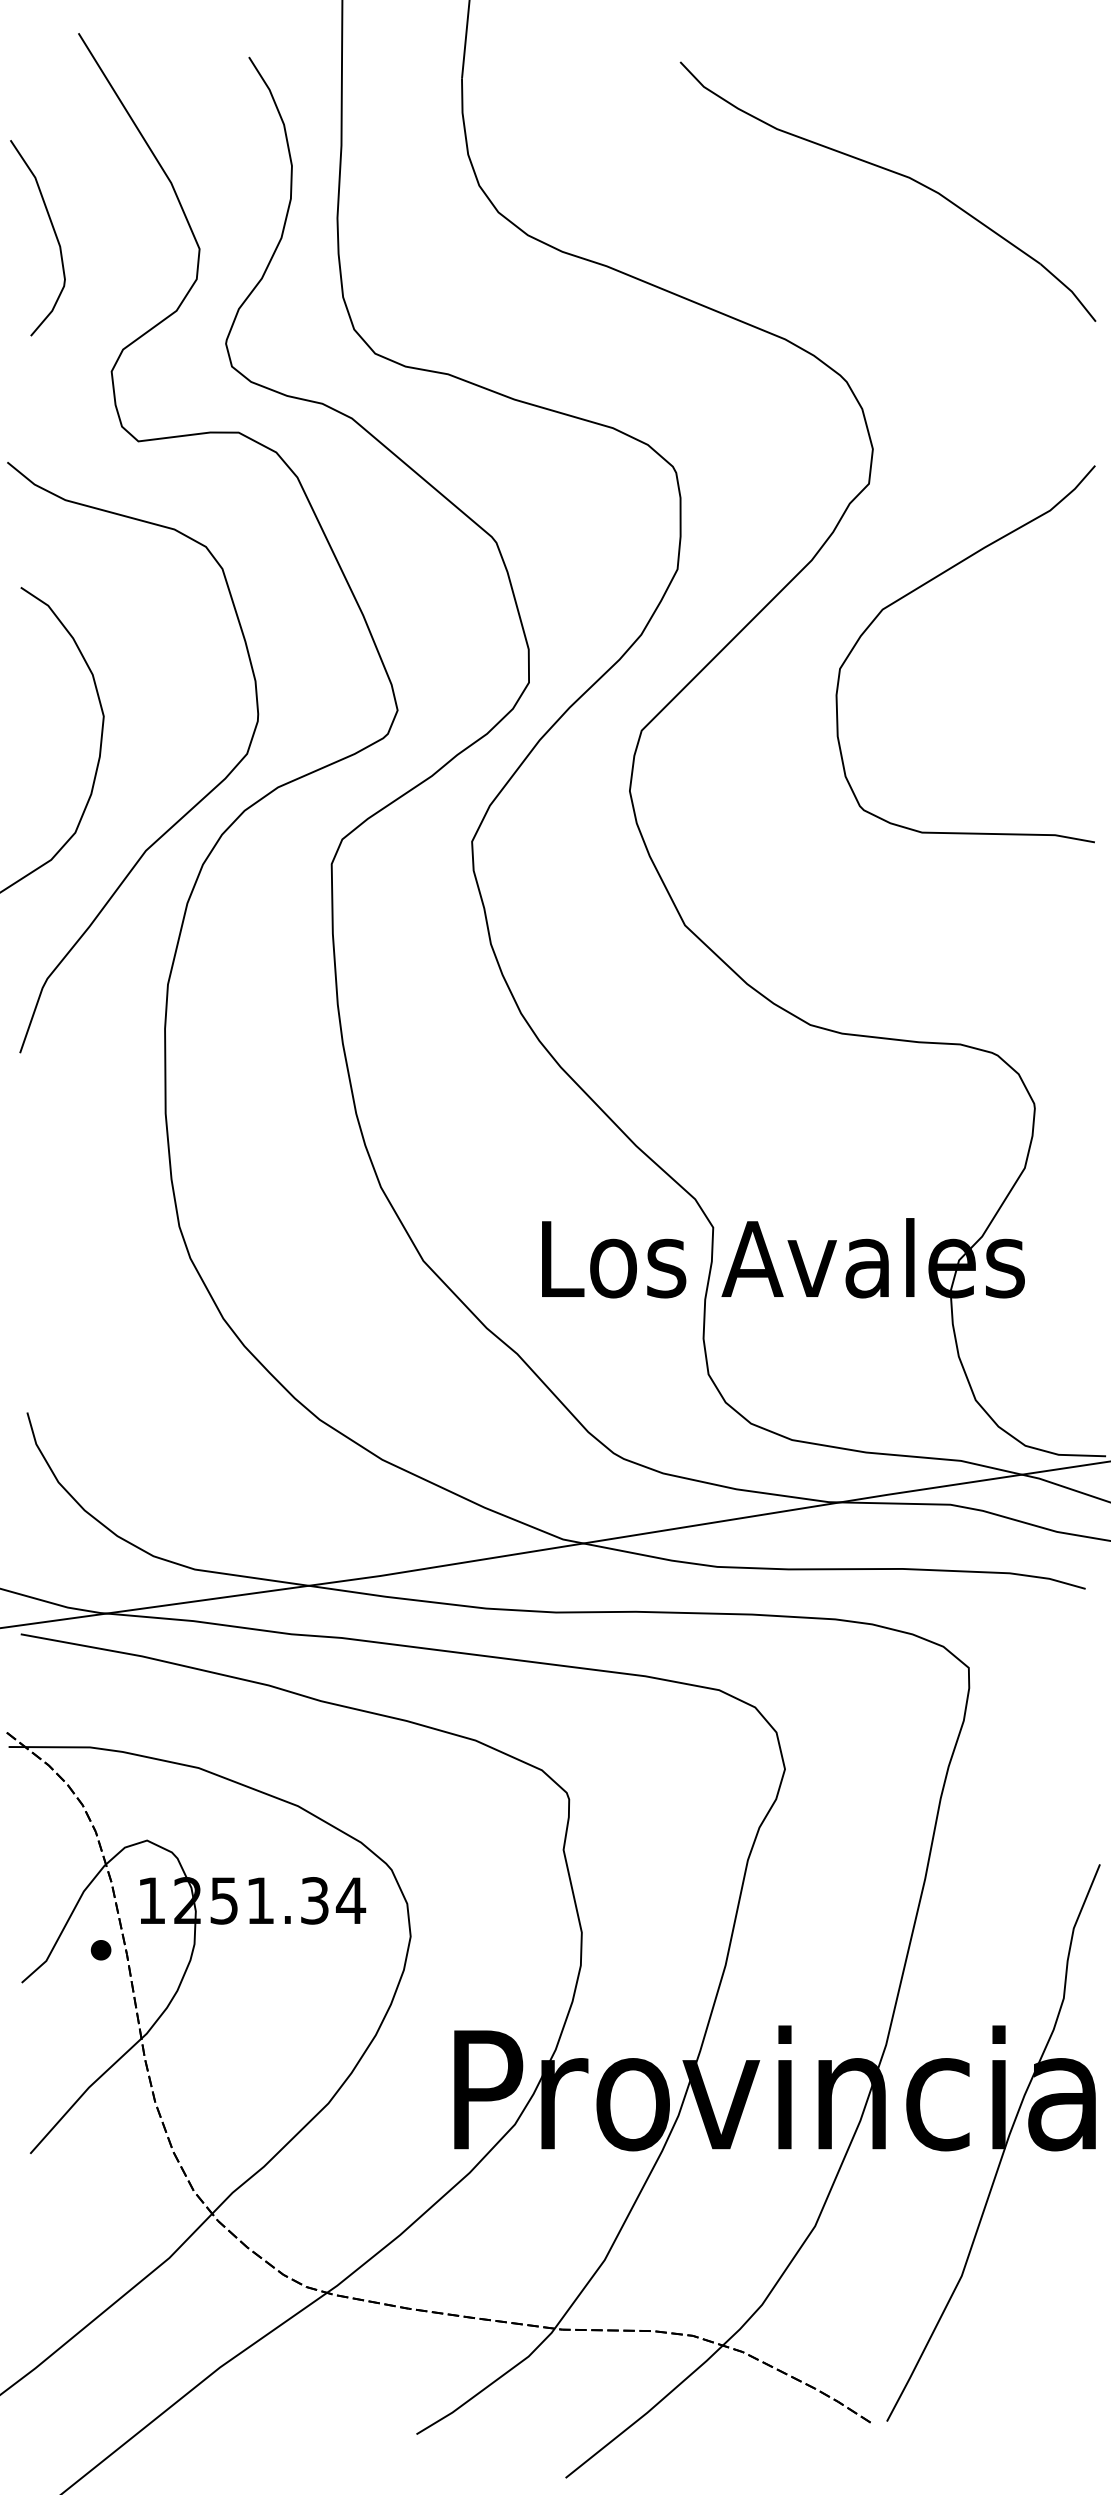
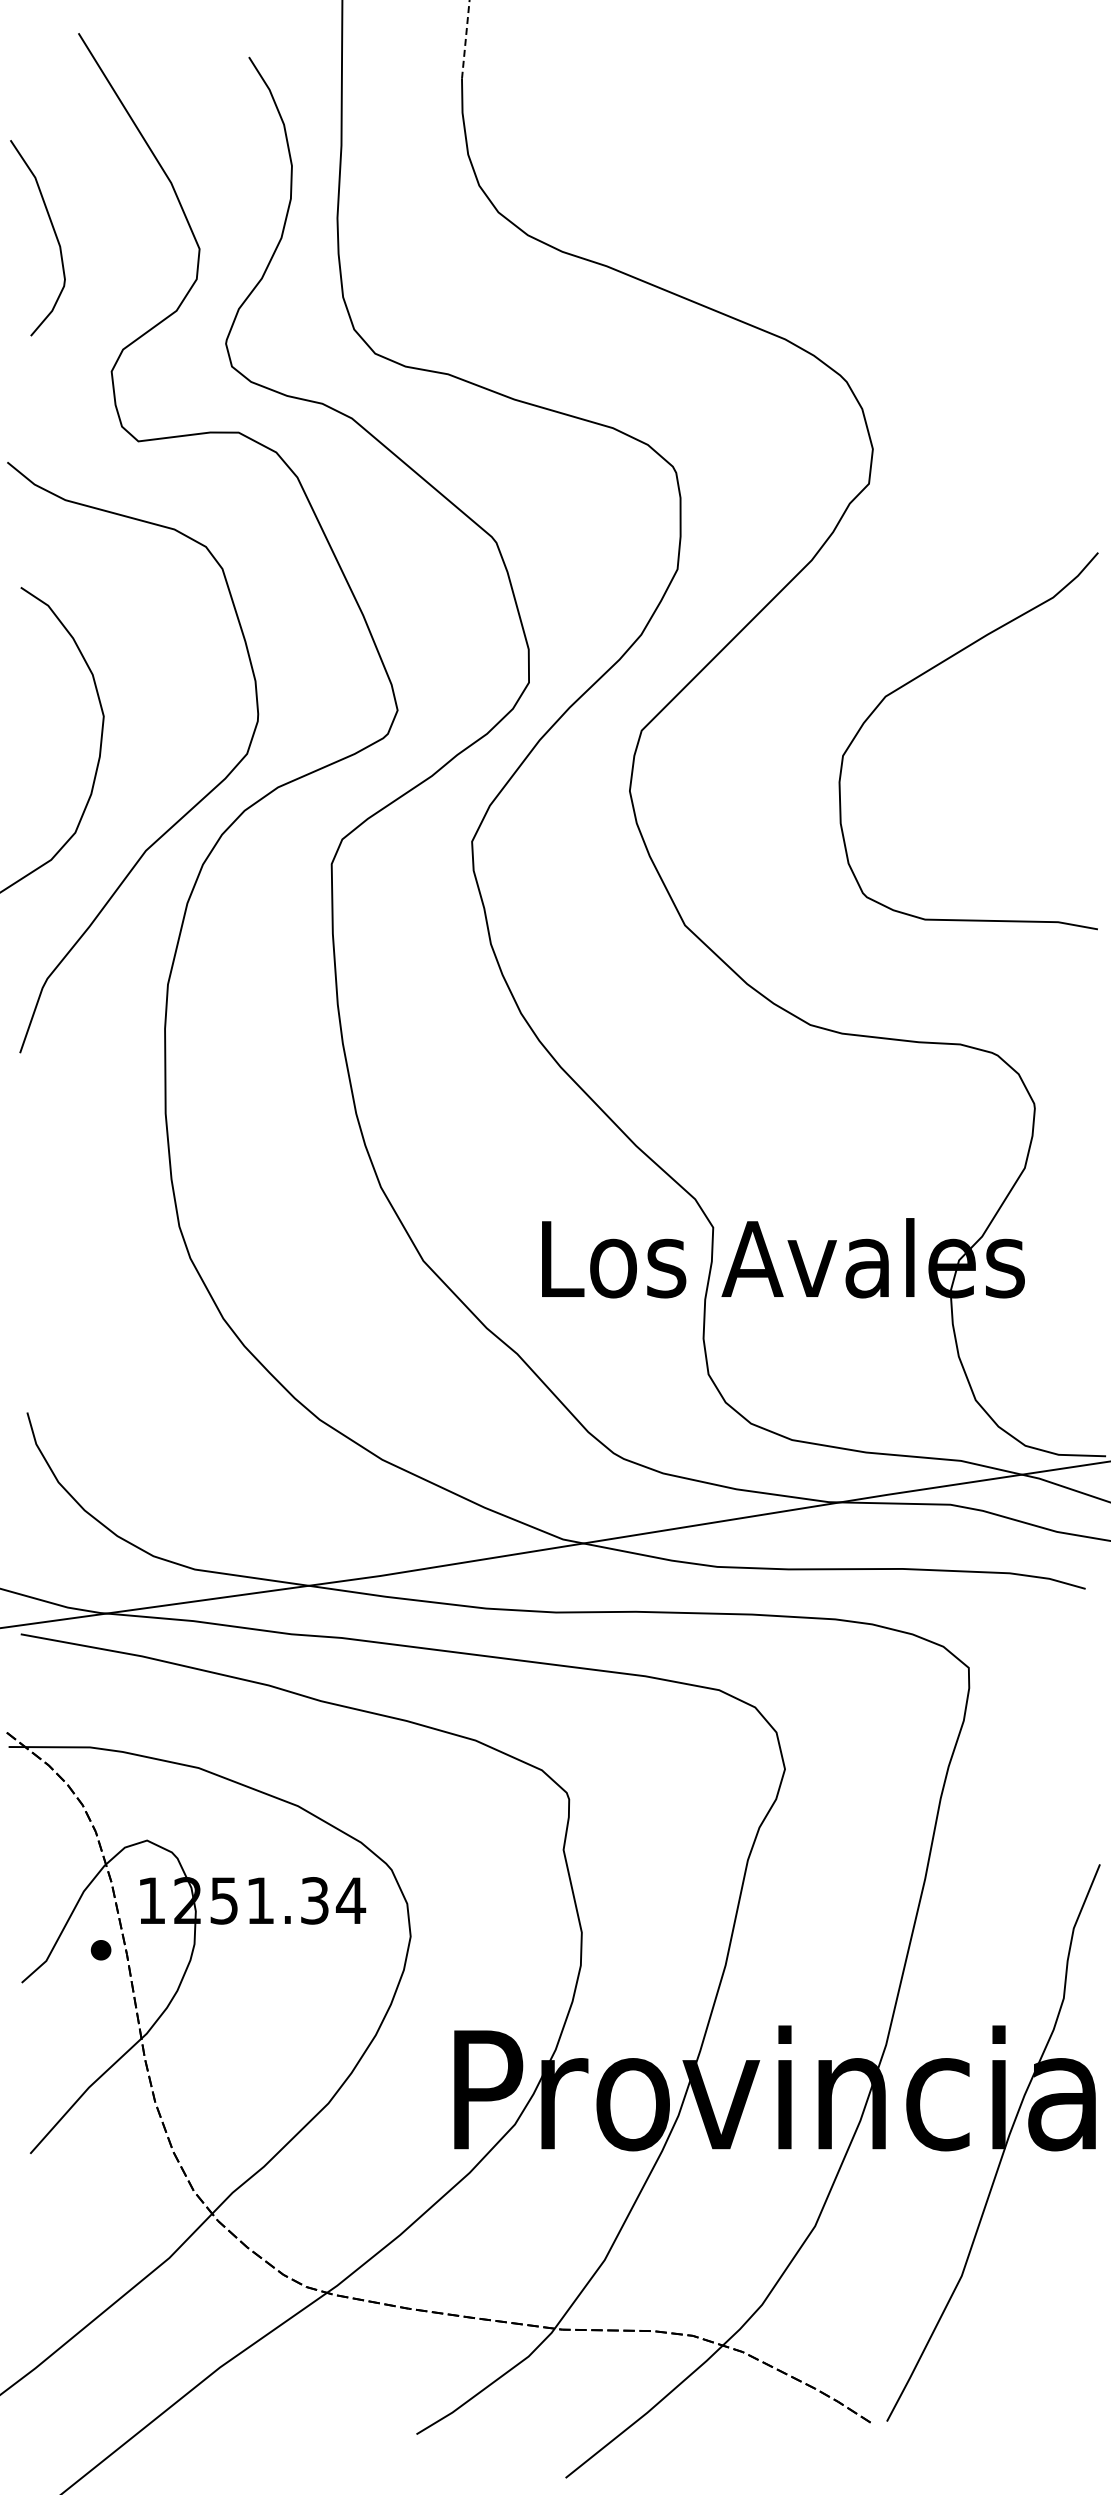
line at (465, 39): solid -> dashed
part at (894, 173): present -> none
curve at (921, 587) position: (921, 587) -> (924, 674)
